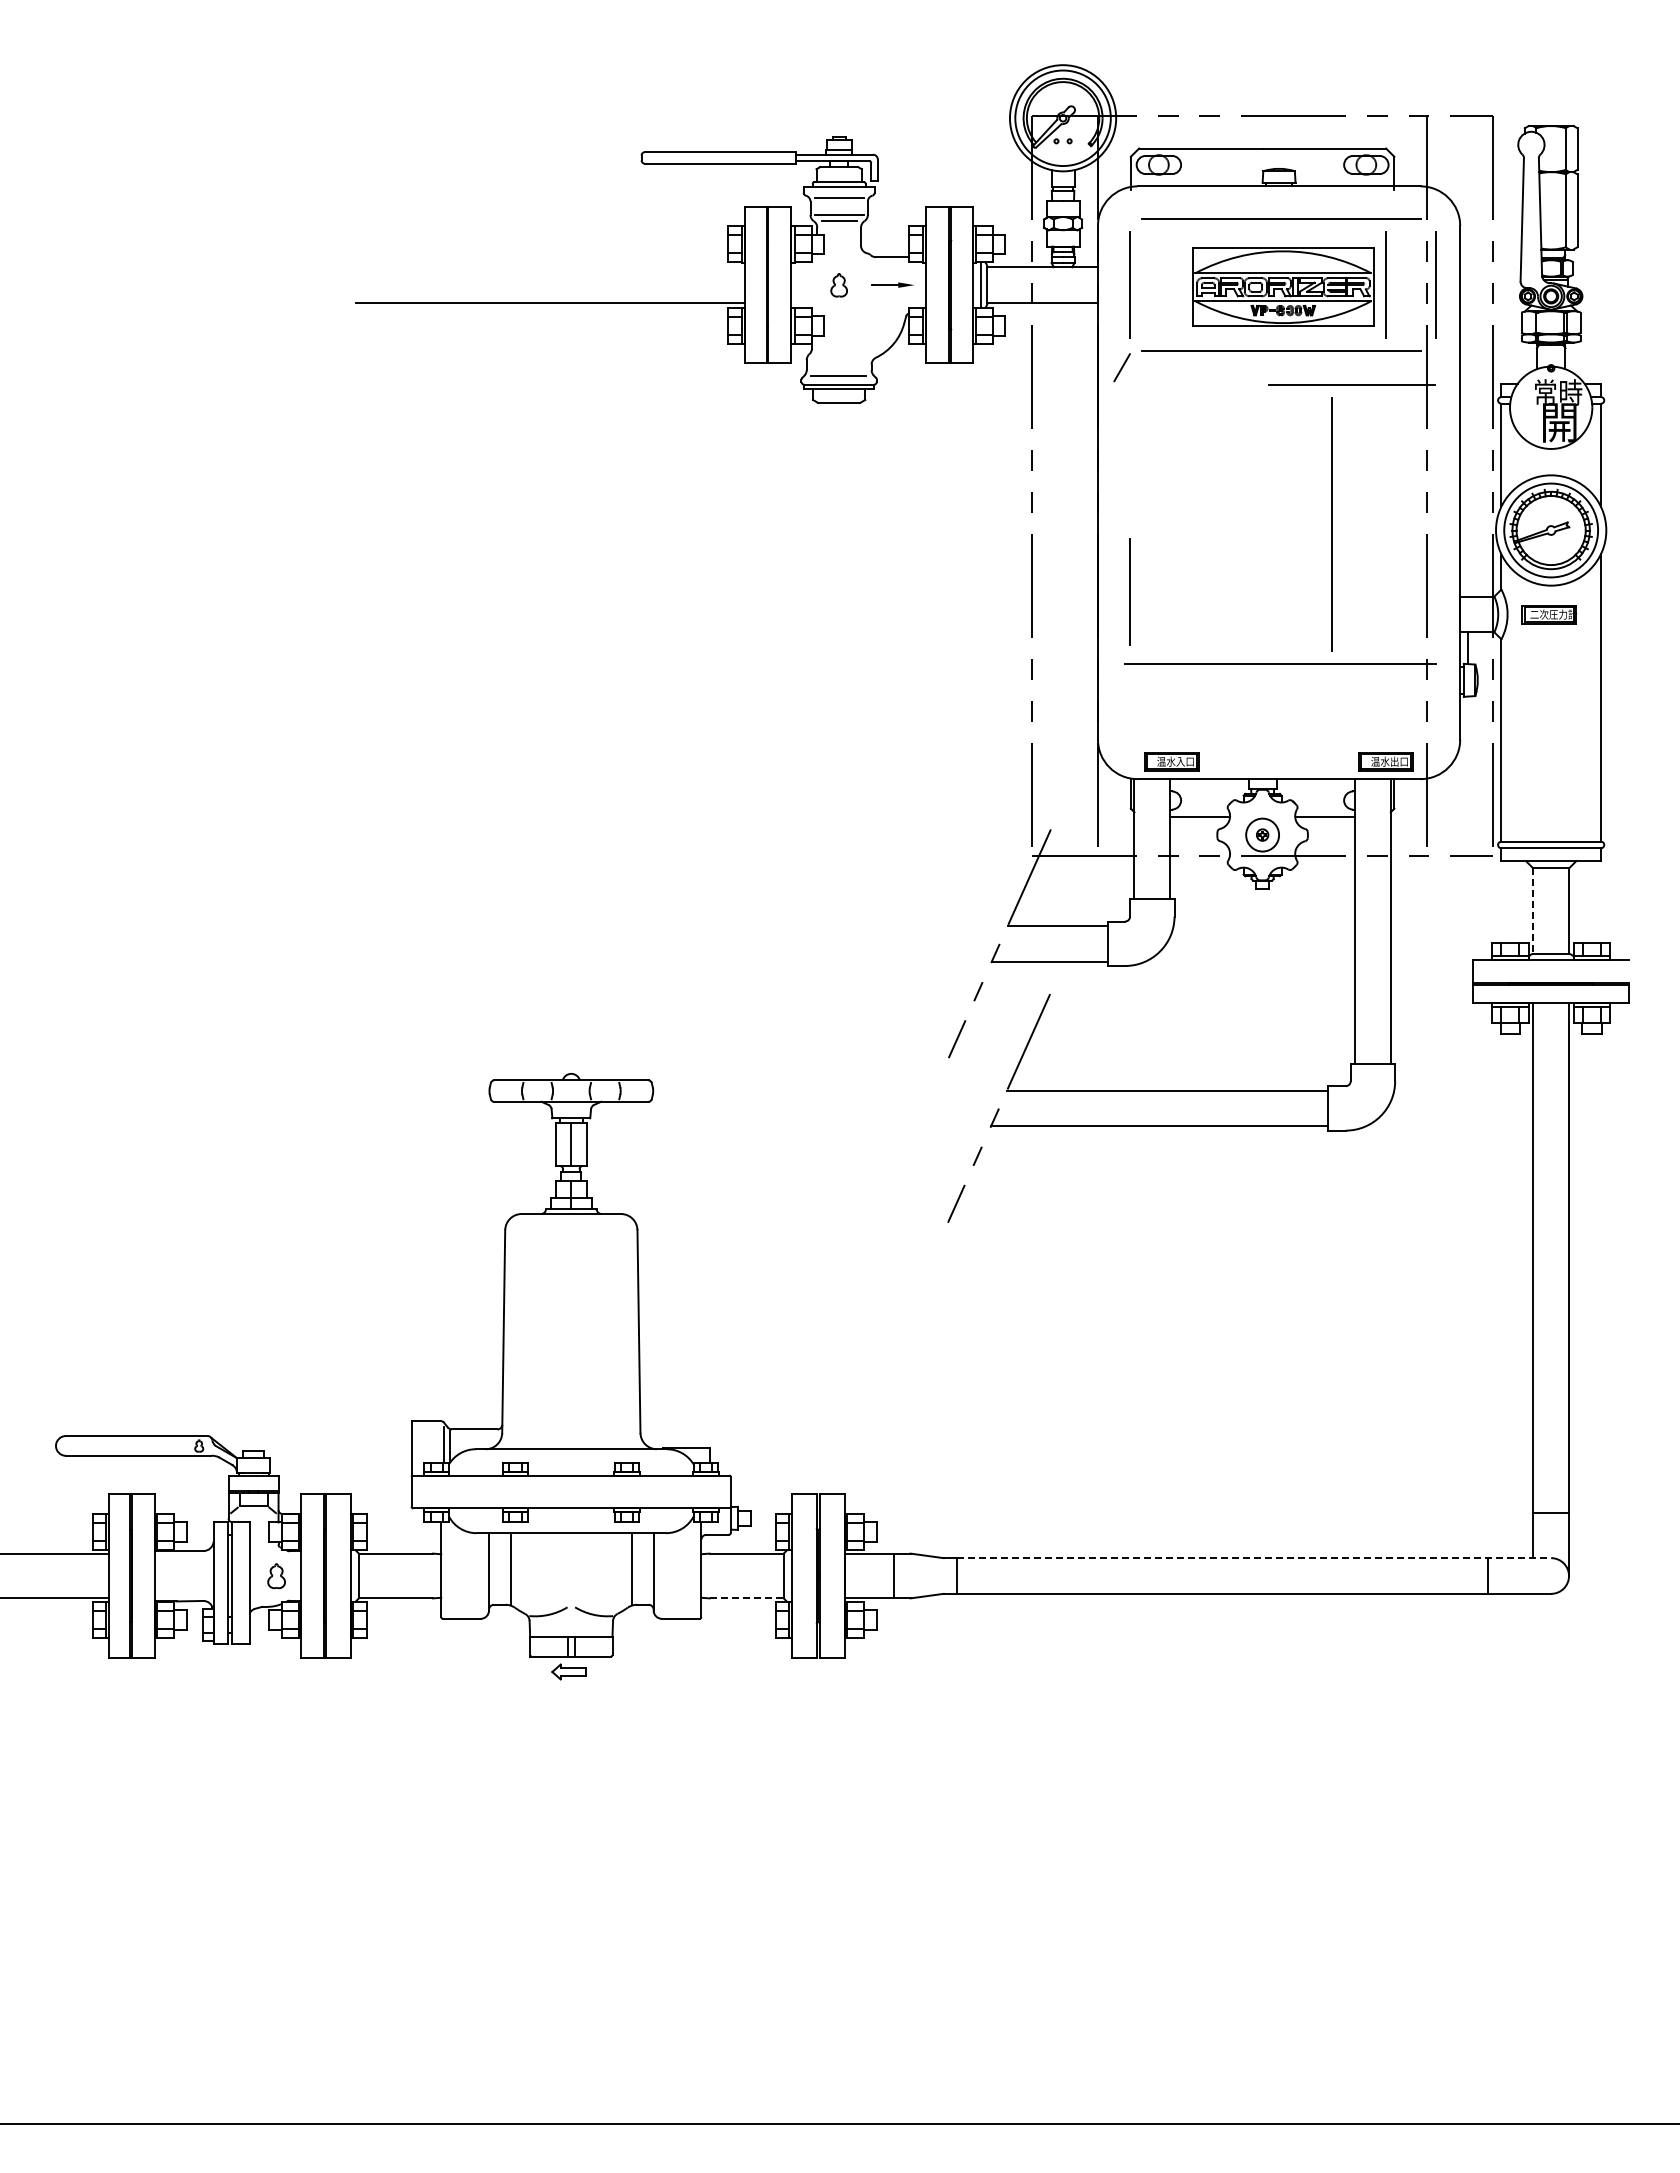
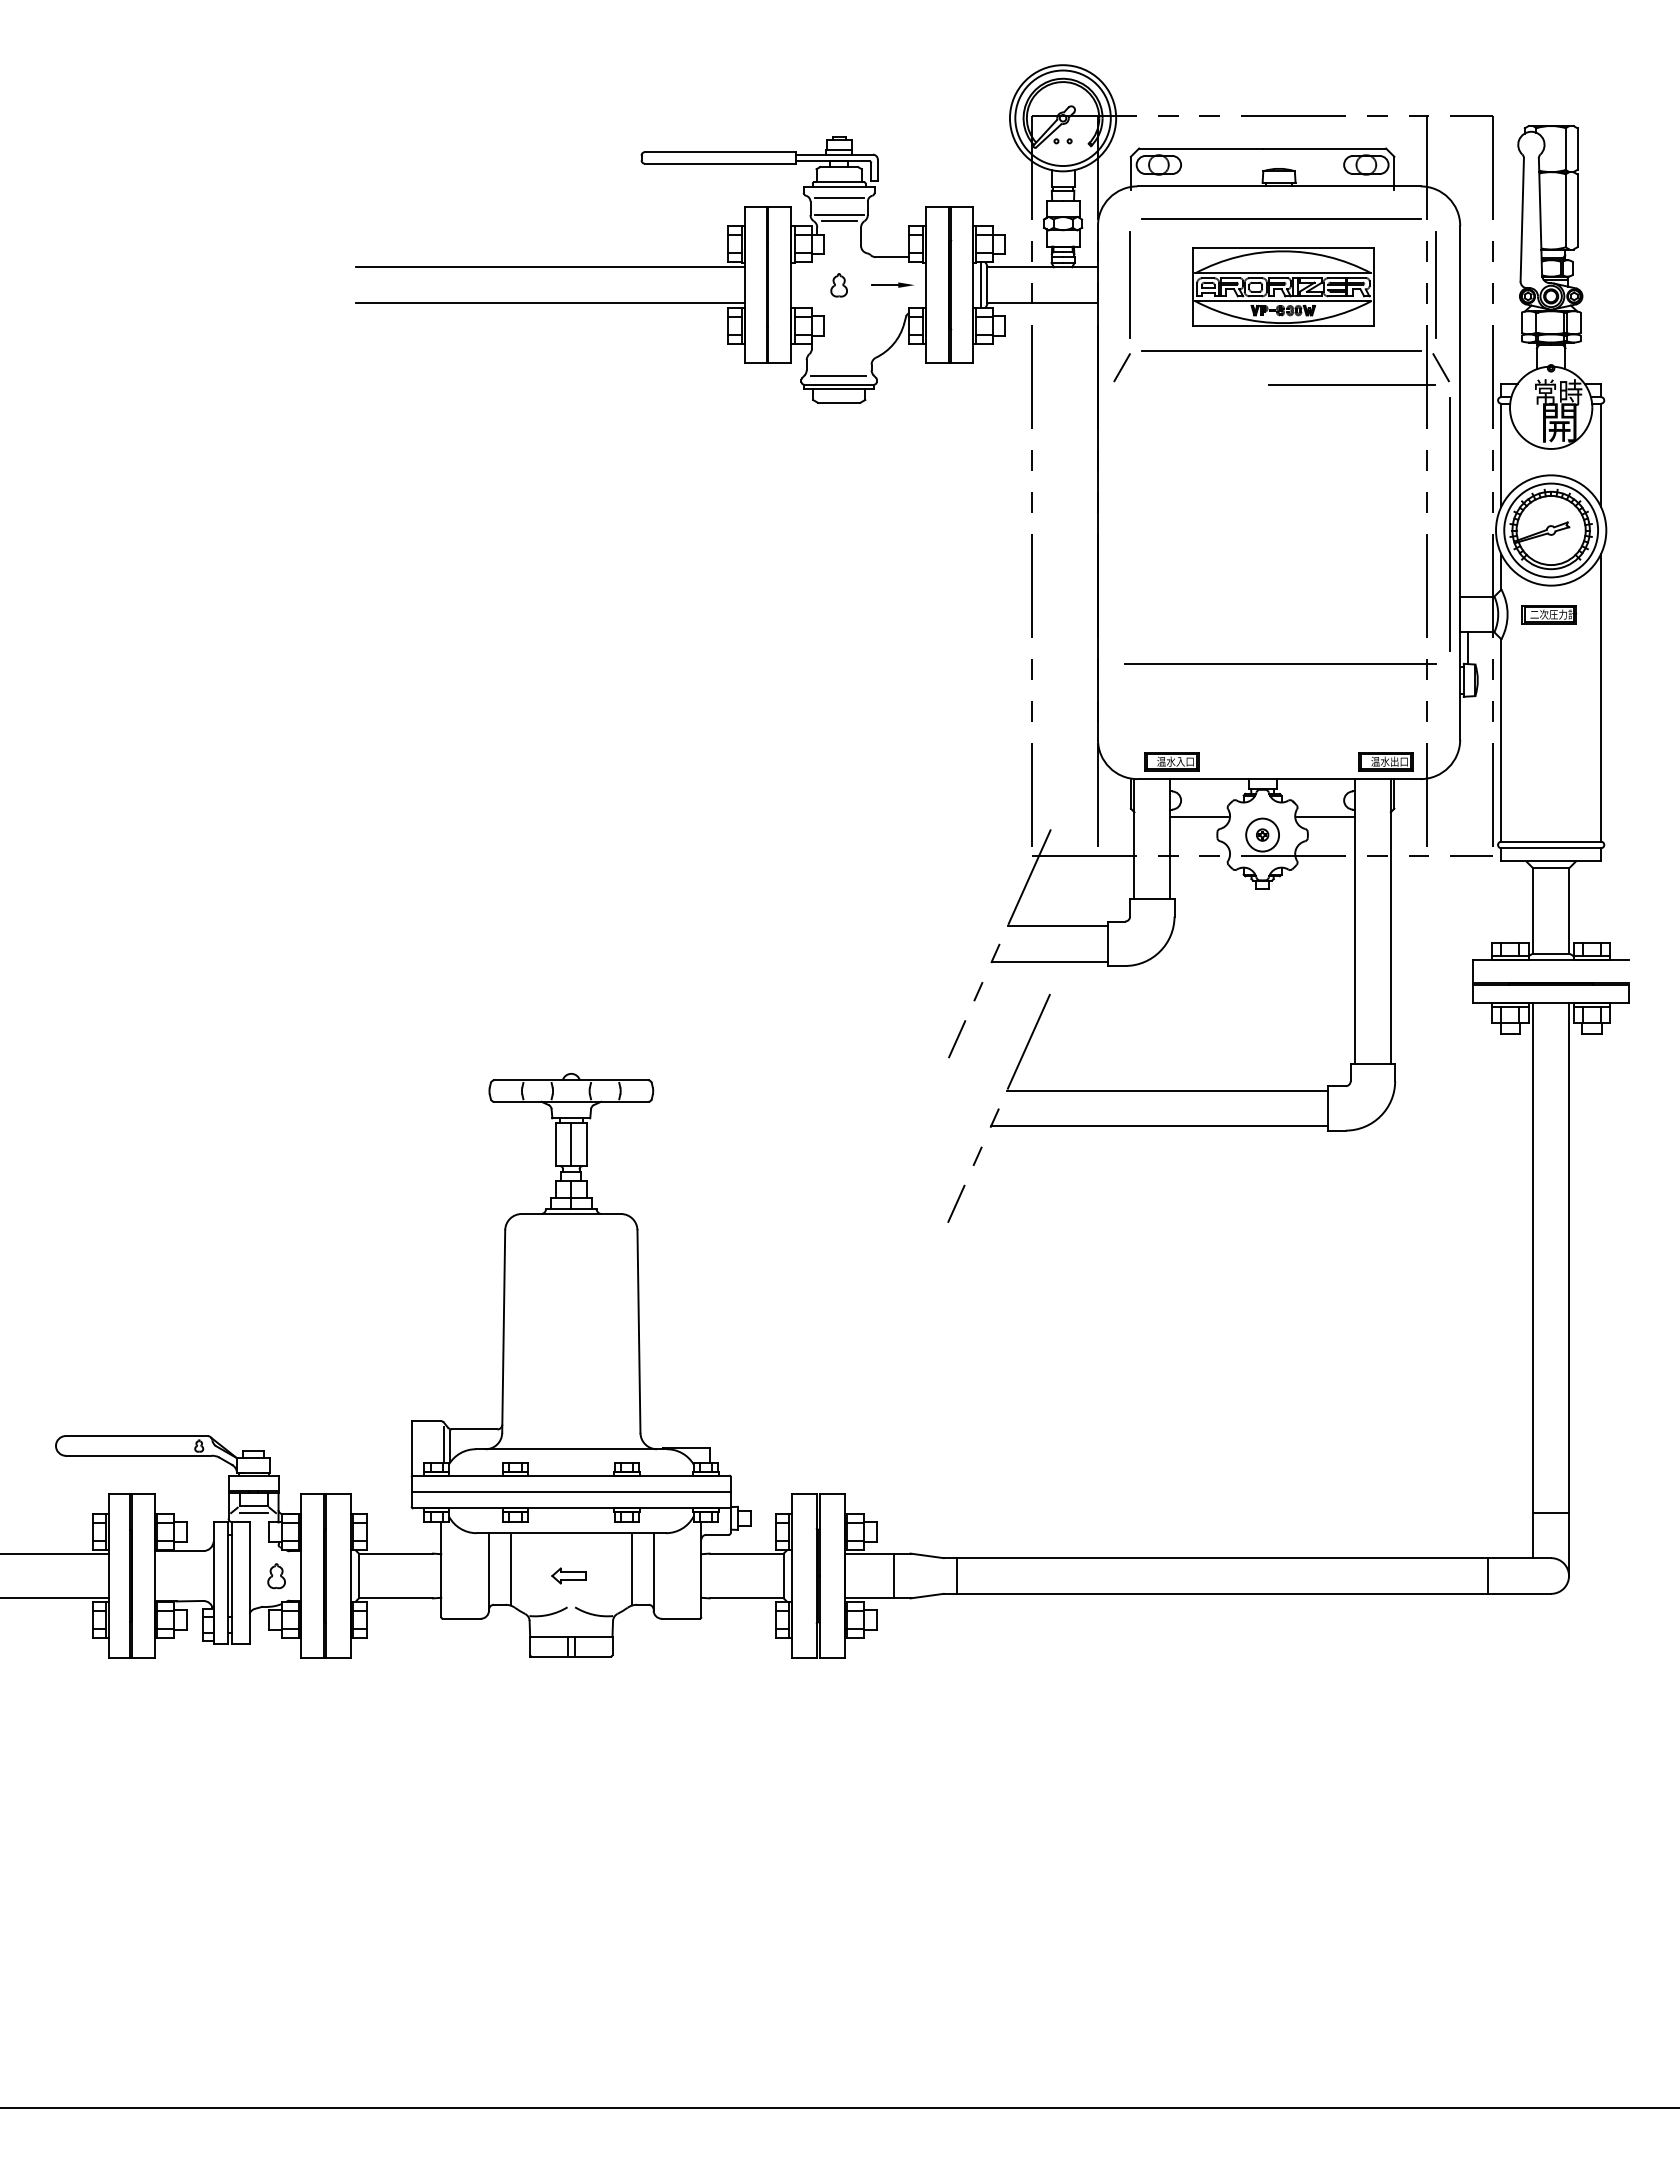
line at (550, 267): none -> present
line at (1385, 284): present -> none
line at (1440, 367): none -> present
line at (1331, 524) position: (1331, 524) -> (1449, 524)
line at (1129, 591): present -> none
line at (1533, 911): dashed -> solid
line at (571, 1492): none -> present
line at (253, 1513): none -> present
line at (1254, 1558): dashed -> solid
line at (747, 1598): dashed -> solid
part at (568, 1671) position: (568, 1671) -> (568, 1575)
line at (839, 2123) position: (839, 2123) -> (839, 2107)
